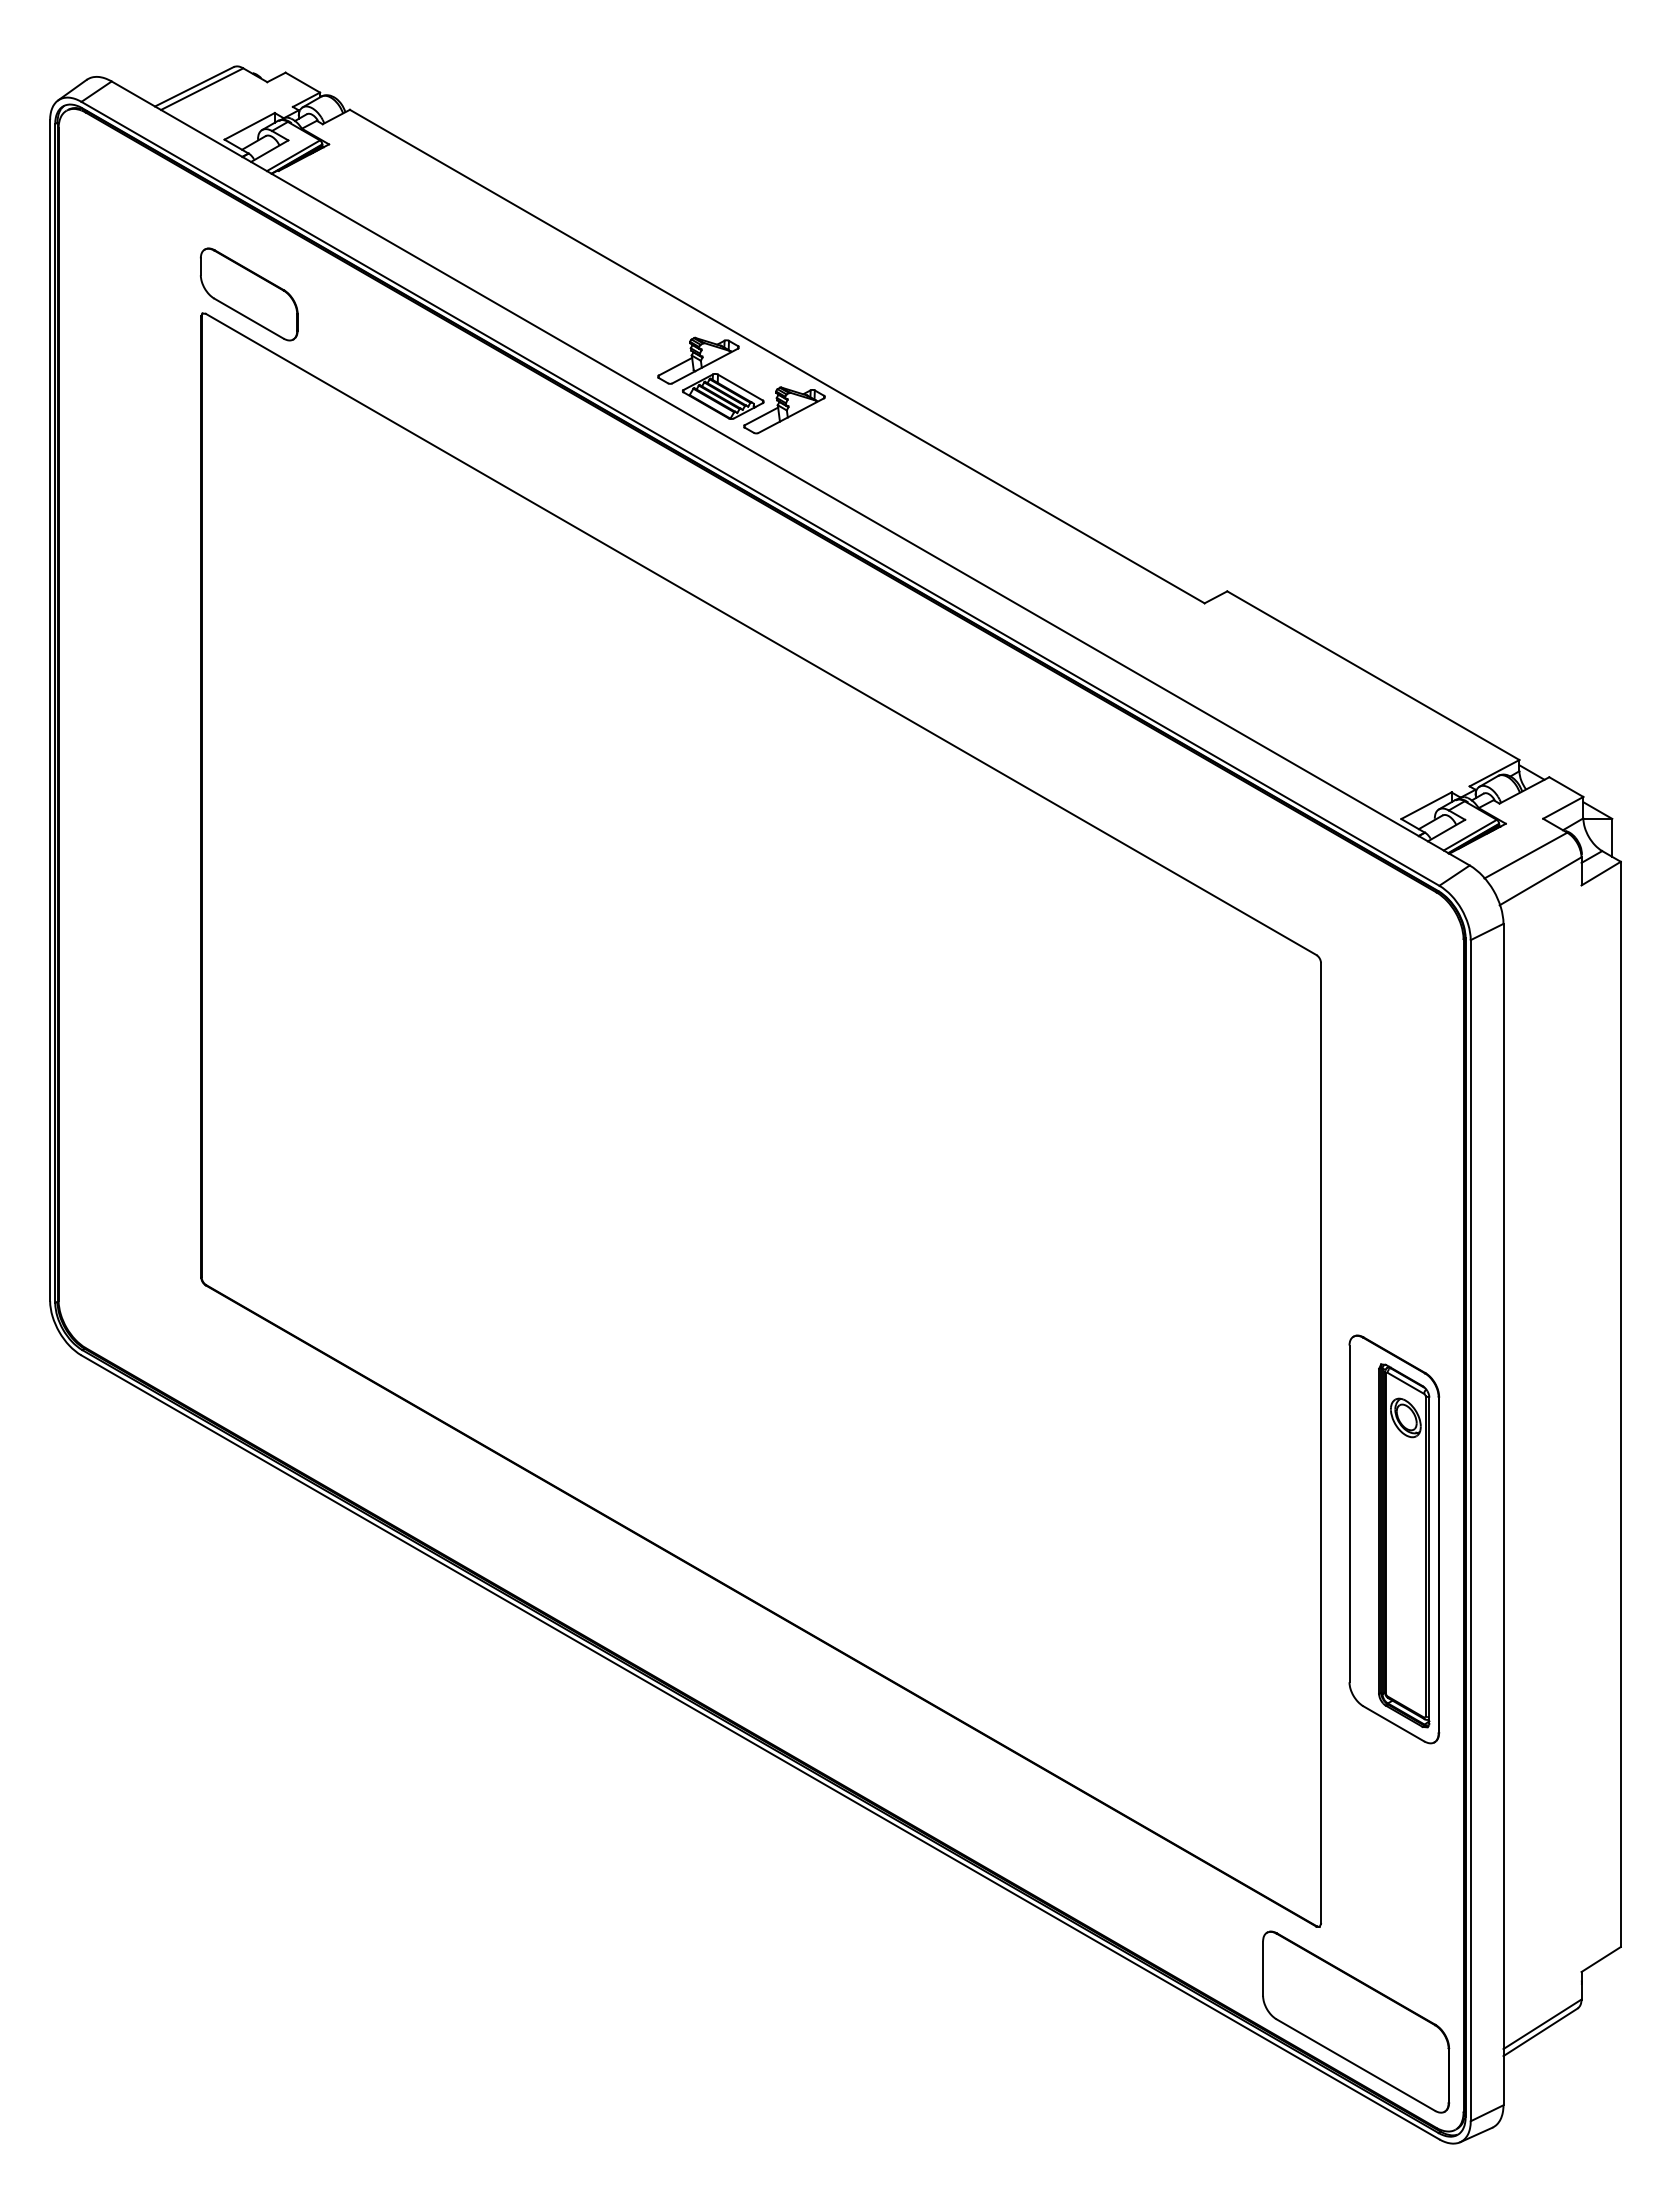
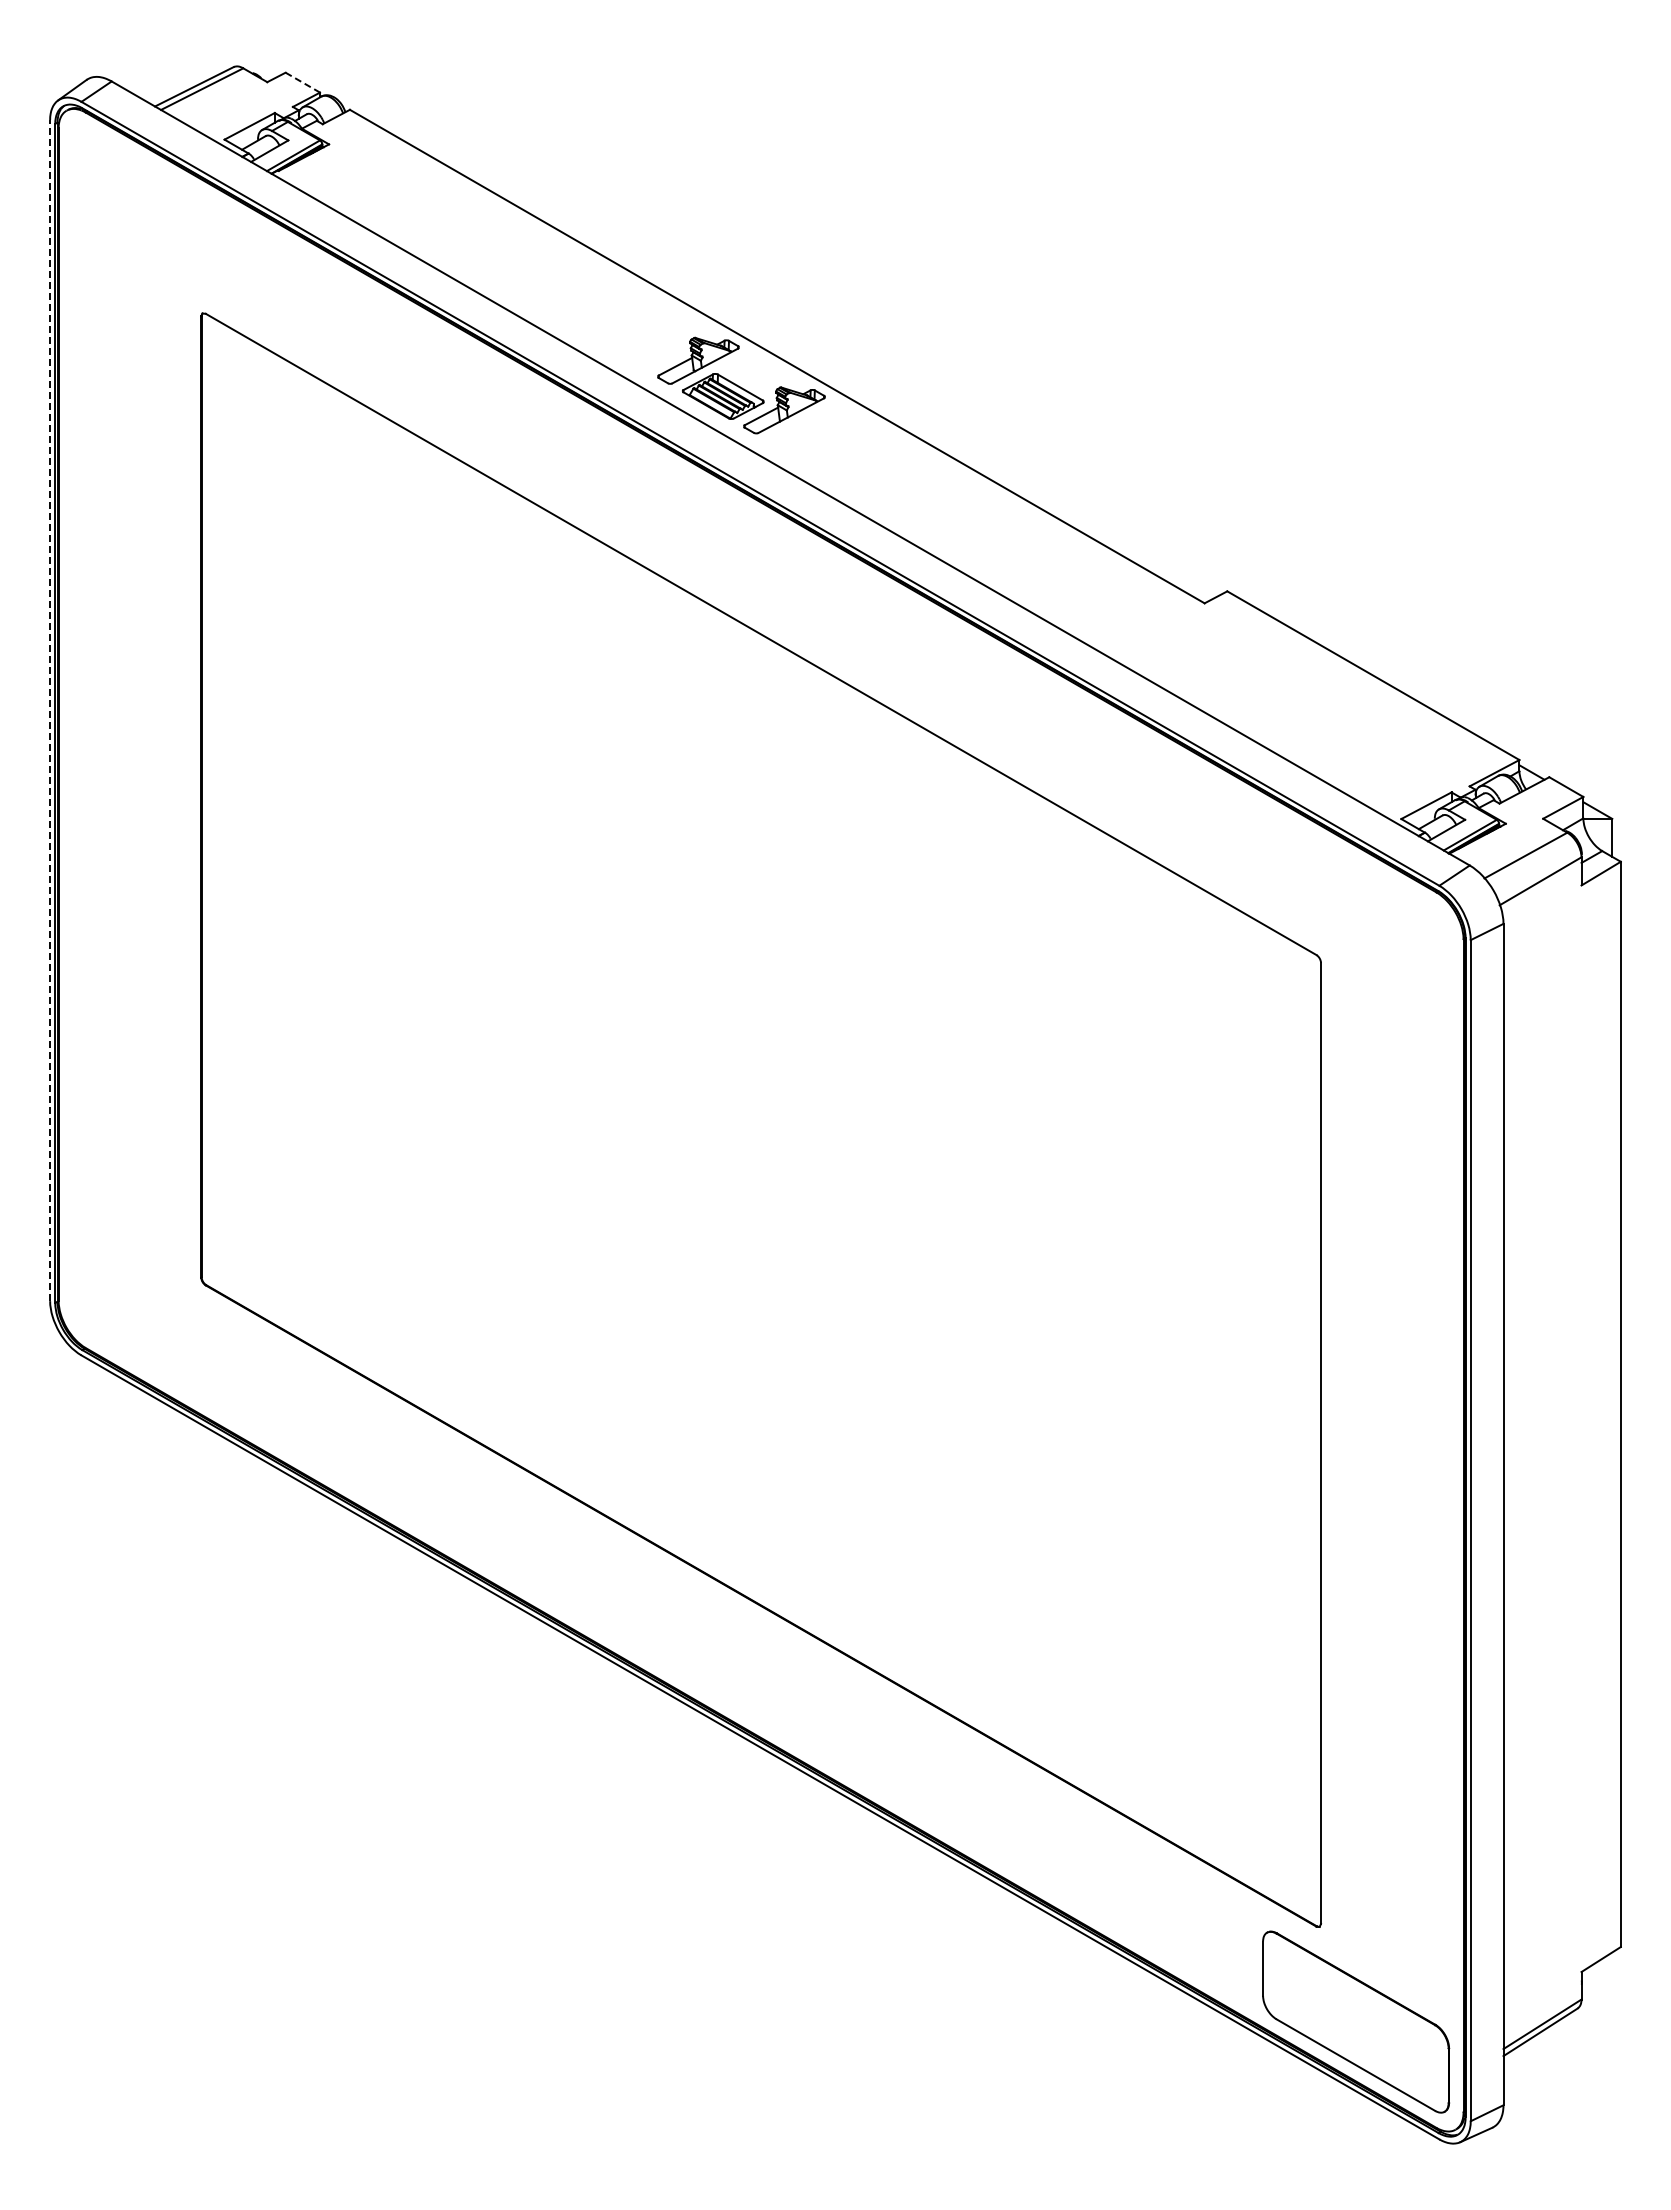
line at (302, 82): solid -> dashed
part at (249, 294): present -> none
line at (50, 710): solid -> dashed
part at (1394, 1539): present -> none
